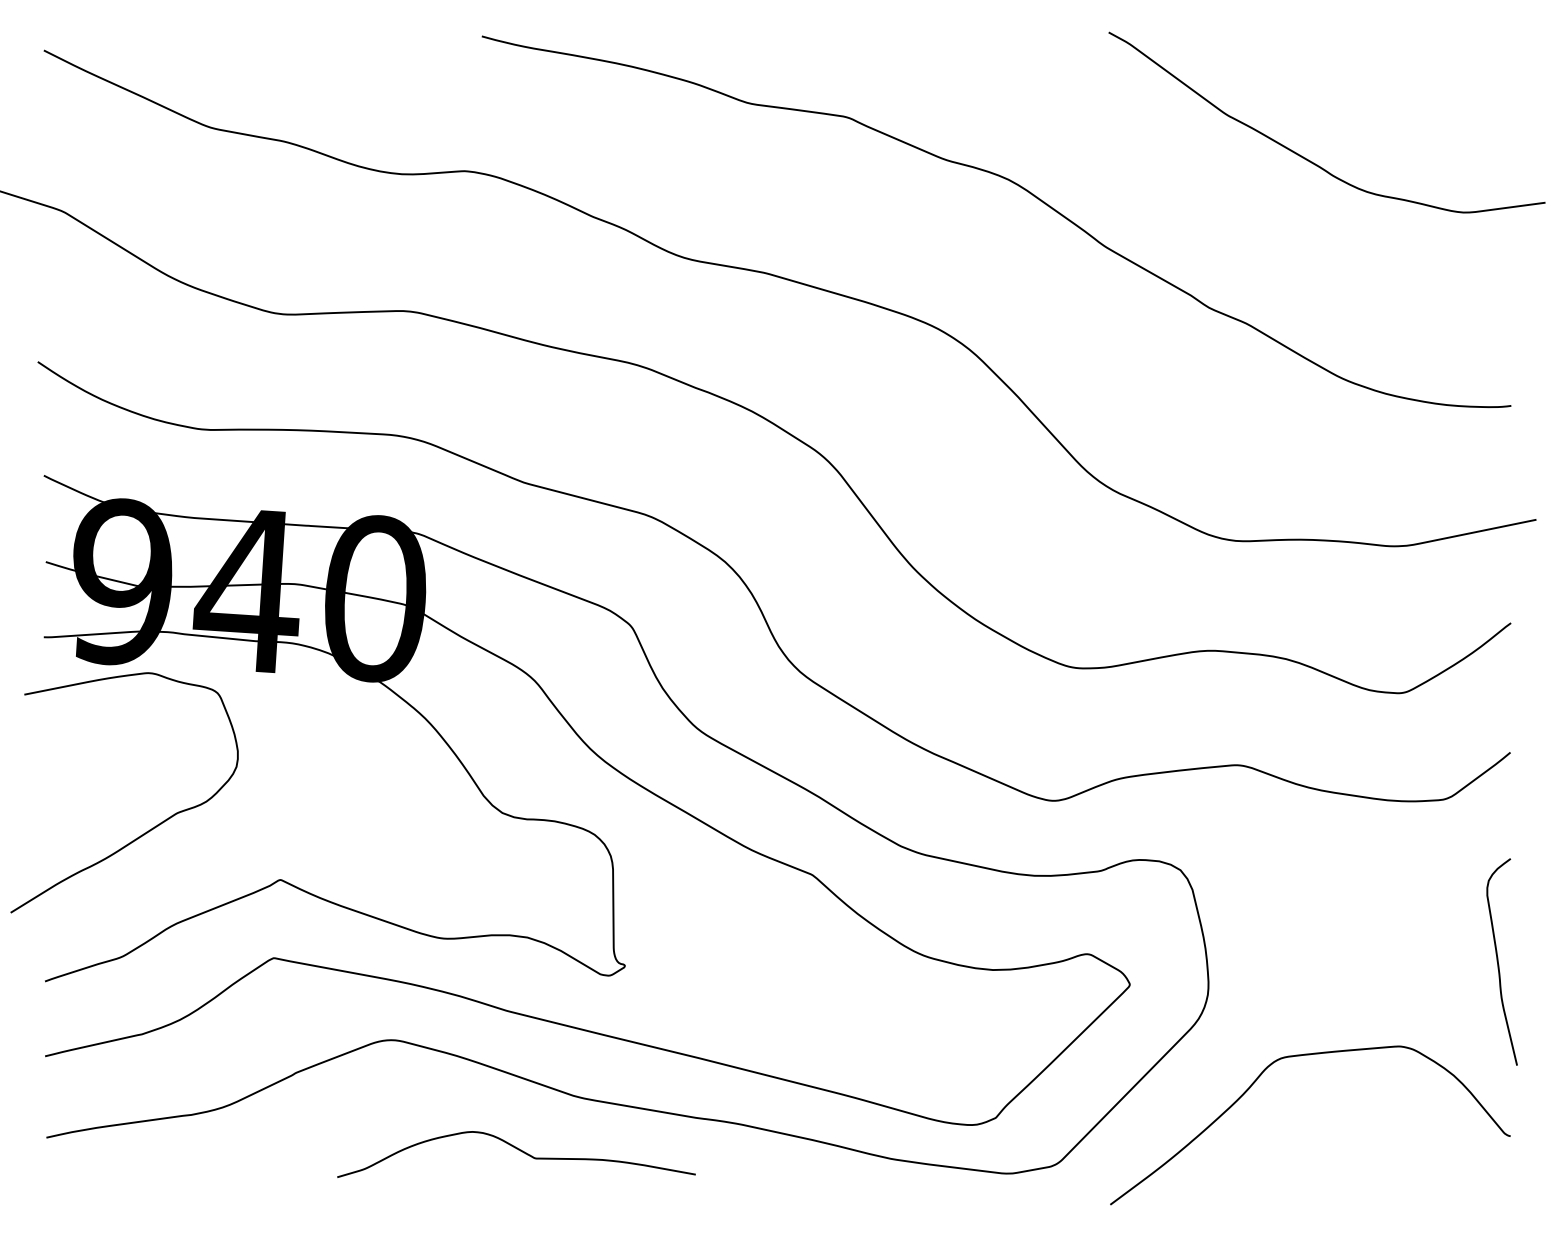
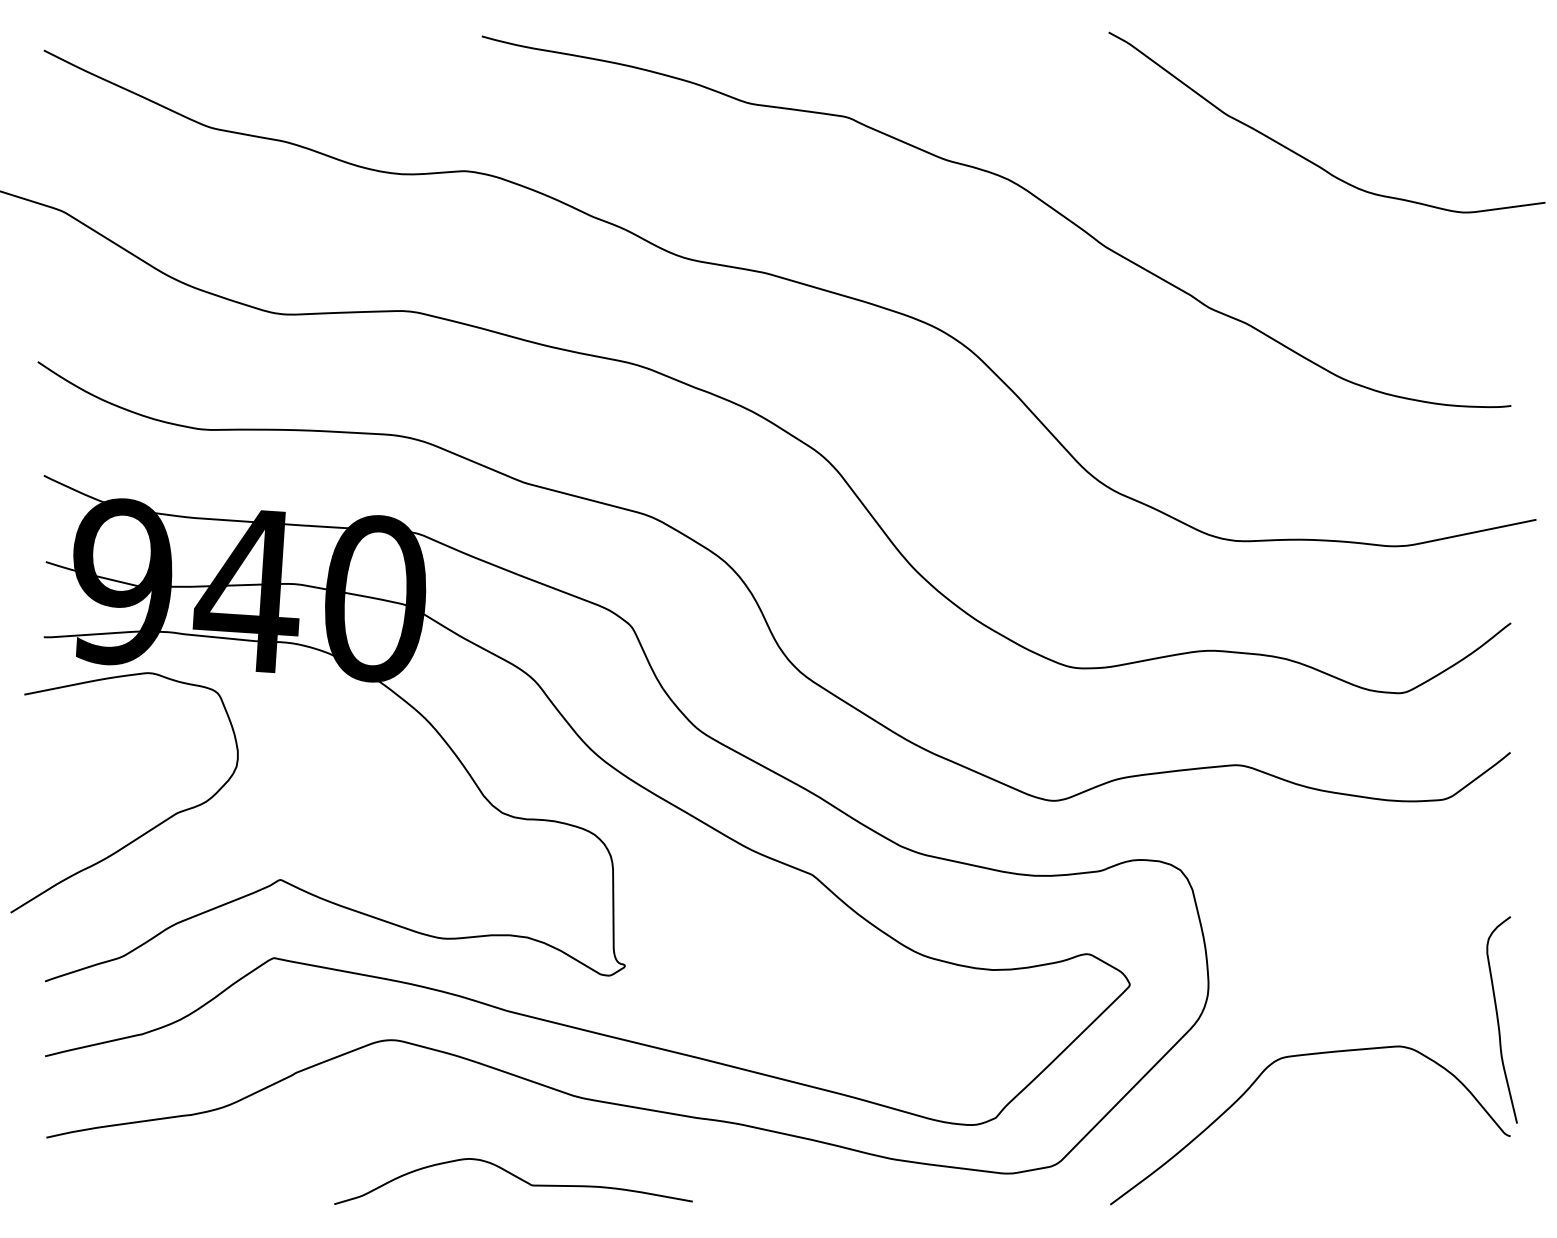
curve at (1498, 961) position: (1498, 961) -> (1498, 1019)
curve at (518, 1150) position: (518, 1150) -> (515, 1177)
